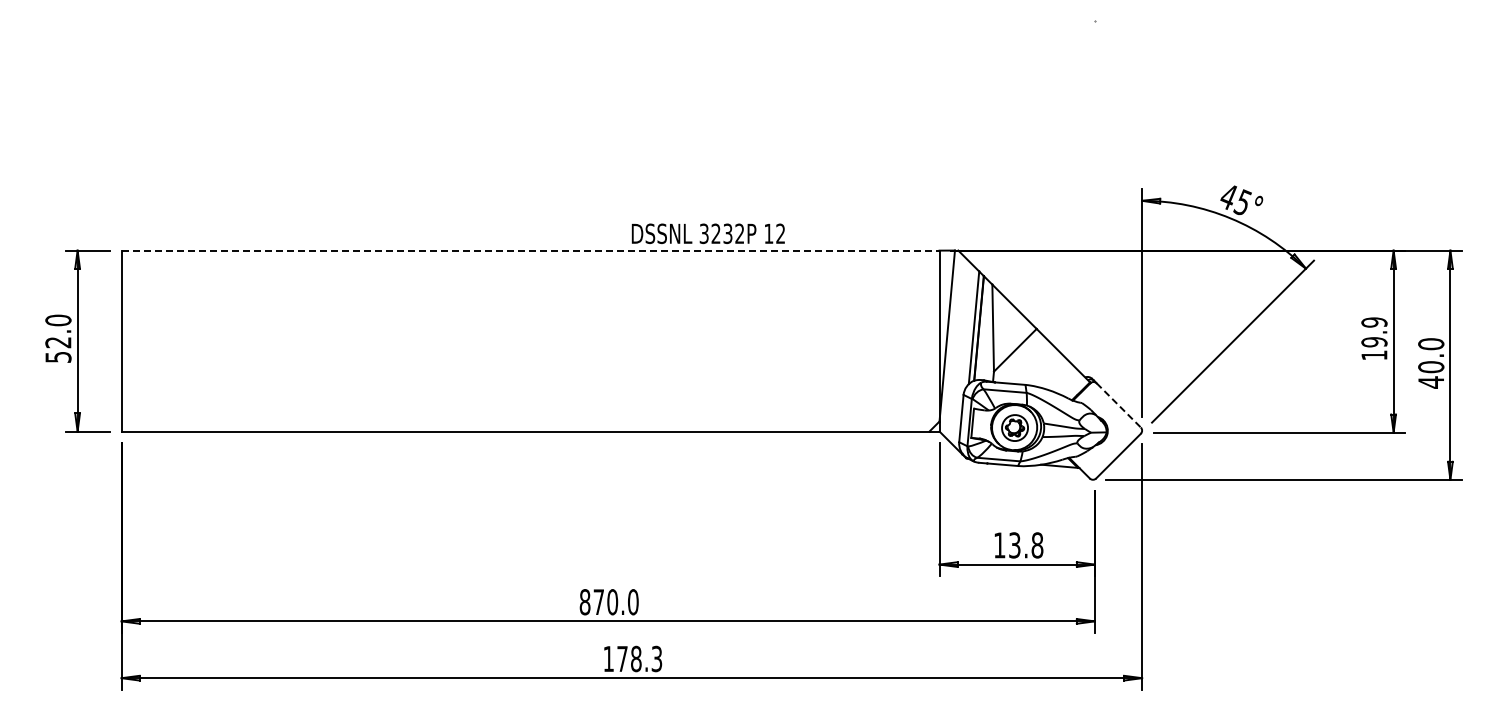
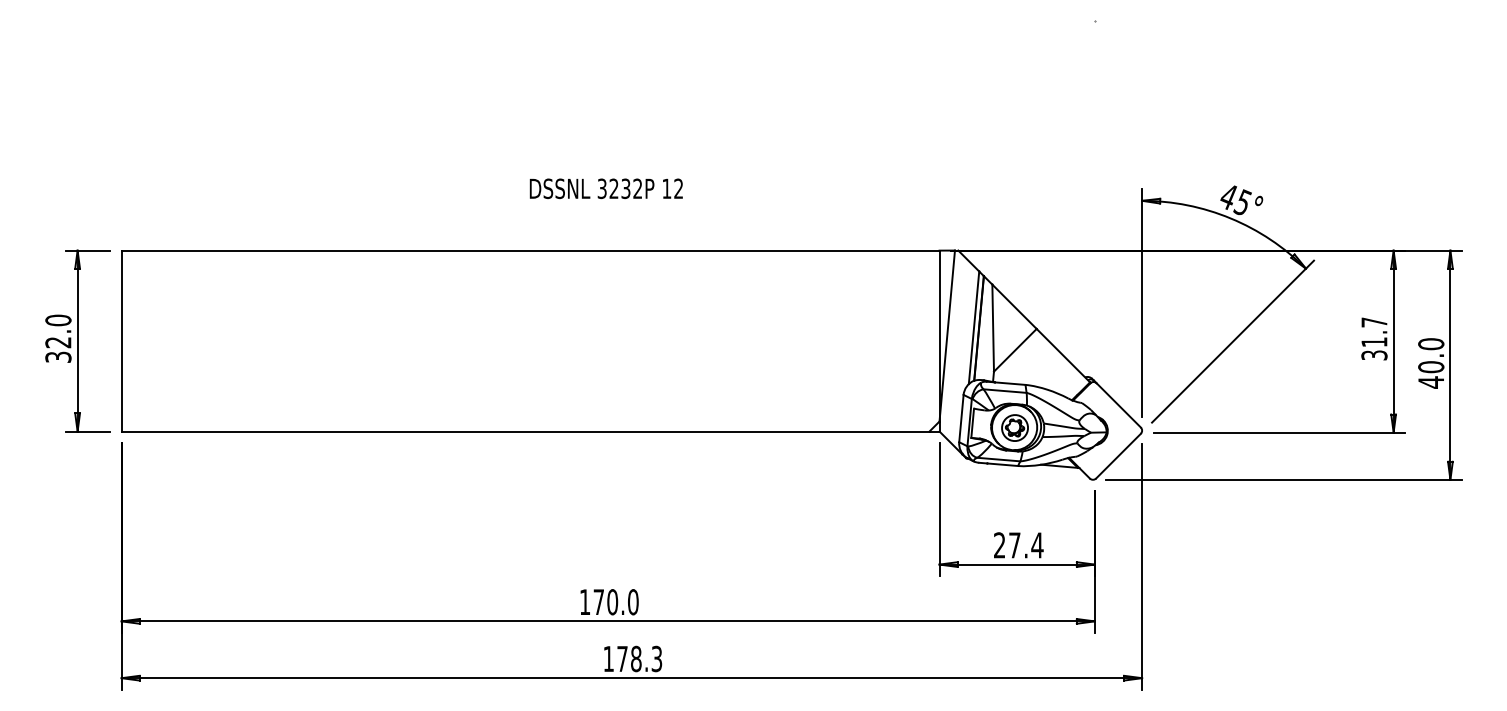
text at (707, 233) position: (707, 233) -> (605, 188)
line at (530, 250): dashed -> solid
text at (1374, 338): 19.9 -> 31.7
text at (57, 356): 52.0 -> 32.0
line at (1119, 405): dashed -> solid
text at (1018, 545): 13.8 -> 27.4
text at (584, 602): 870.0 -> 170.0
